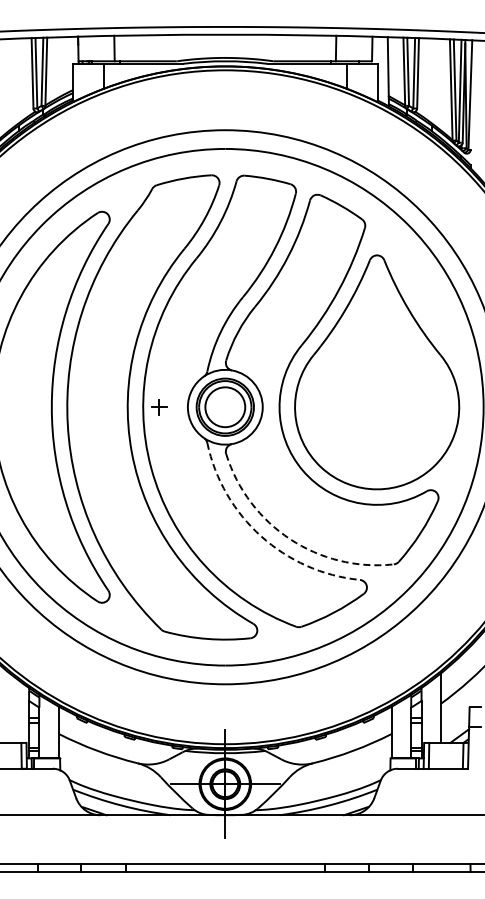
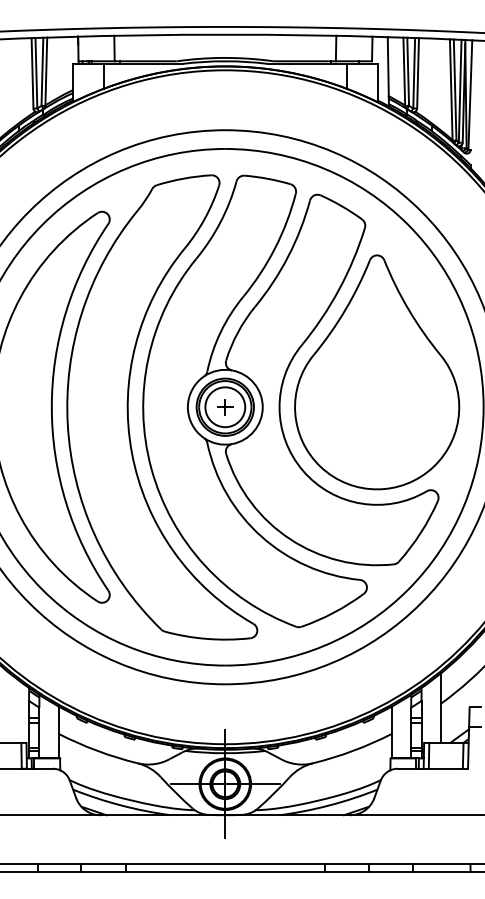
part at (159, 407) position: (159, 407) -> (225, 407)
arc at (261, 536): dashed -> solid
arc at (290, 539): dashed -> solid
